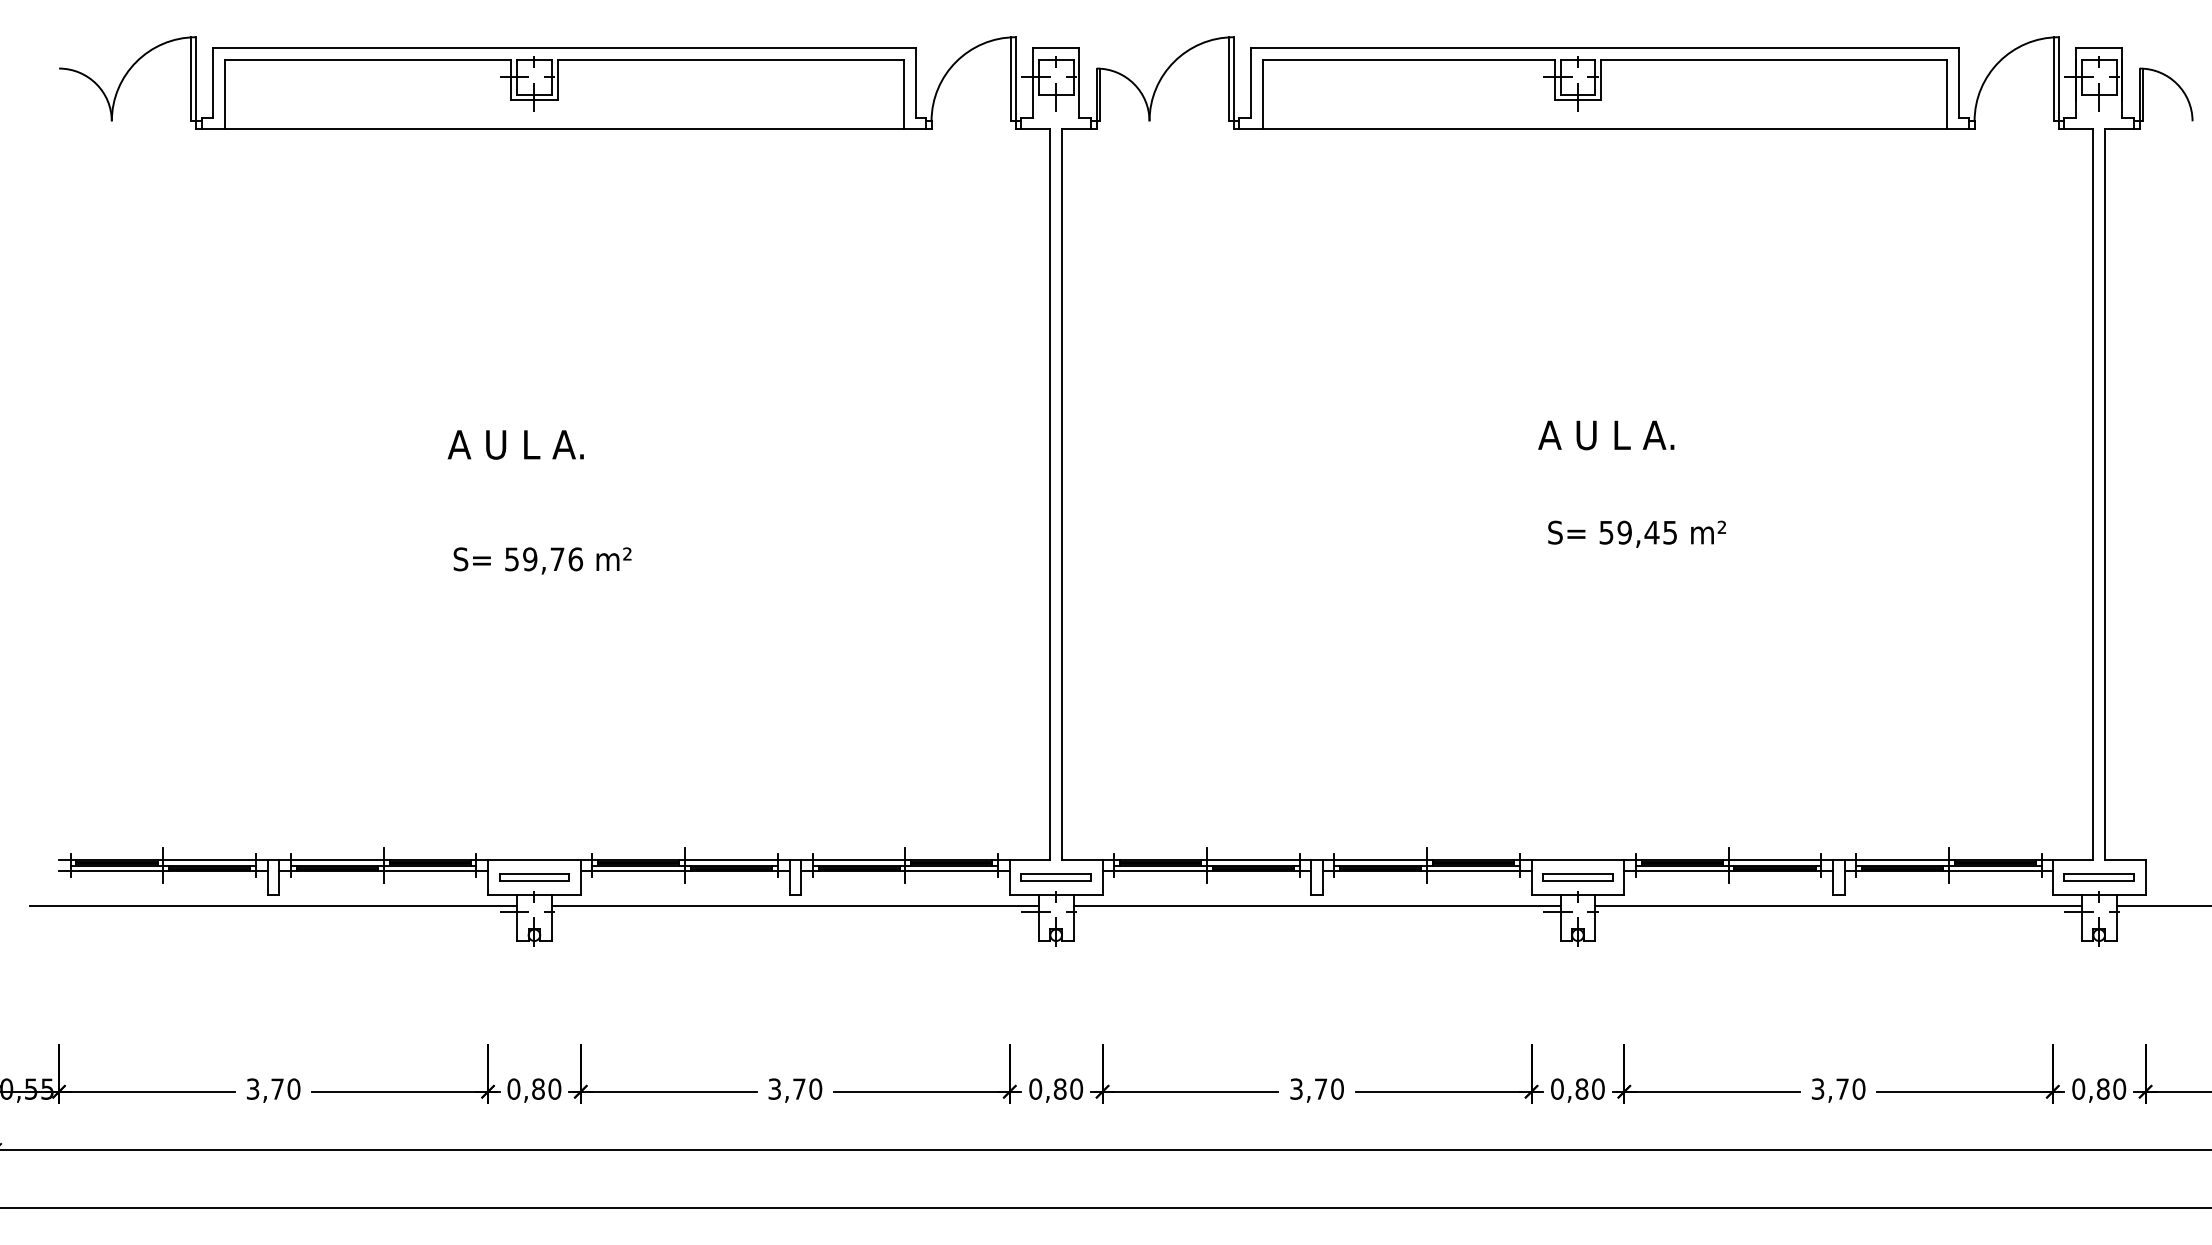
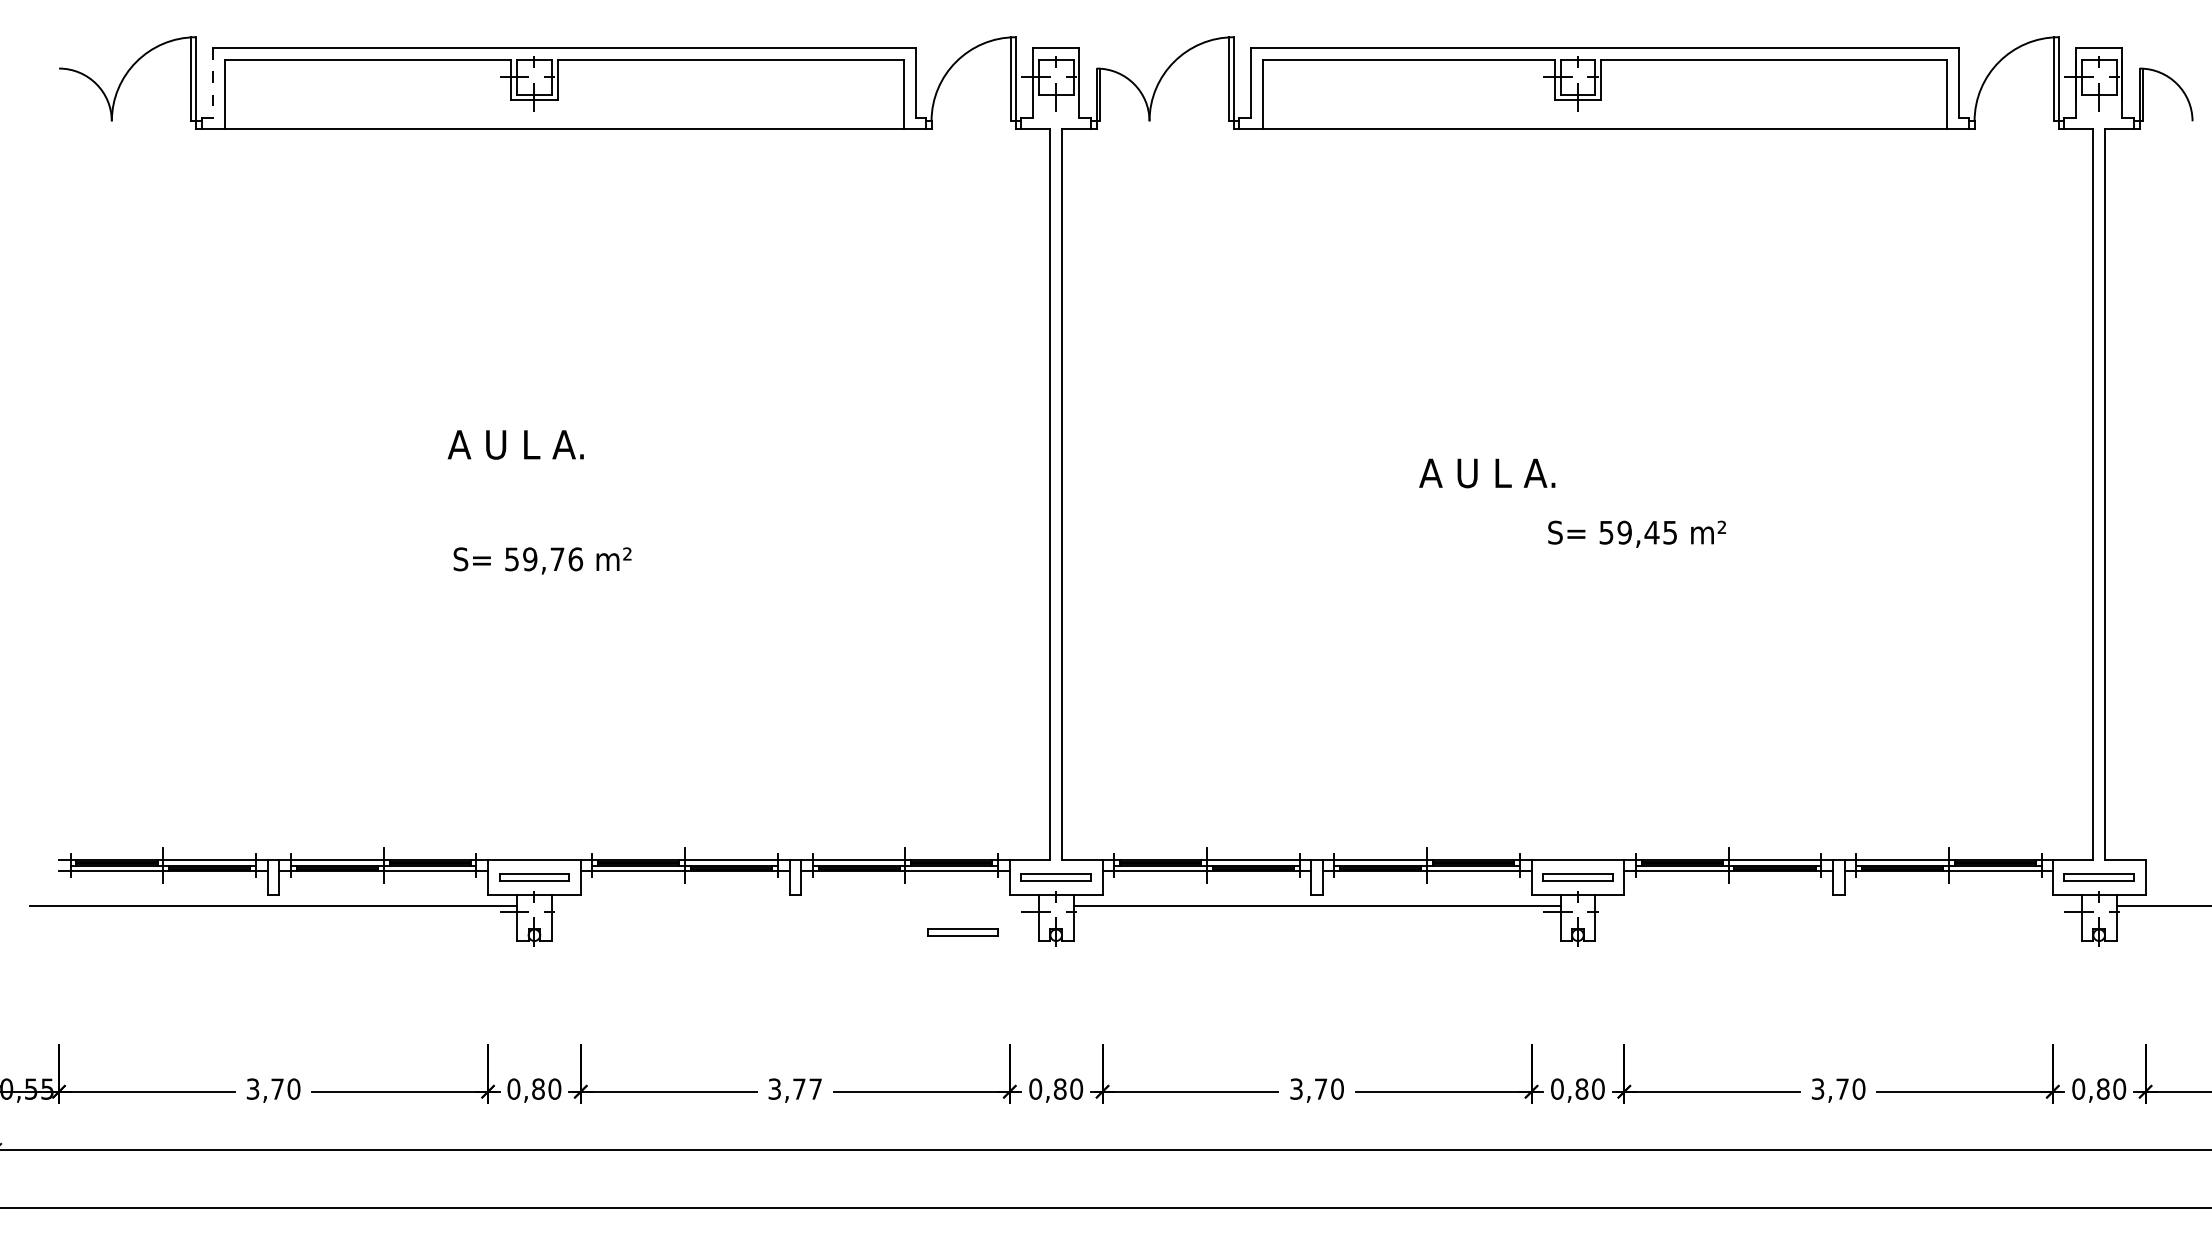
line at (213, 83): solid -> dashed
text at (1606, 435) position: (1606, 435) -> (1487, 473)
line at (794, 906): present -> none
line at (1838, 906): present -> none
part at (962, 932): none -> present
text at (815, 1088): 3,70 -> 3,77
